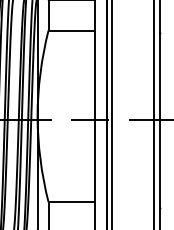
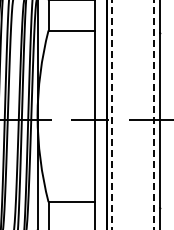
line at (111, 114): solid -> dashed
line at (153, 115): solid -> dashed
